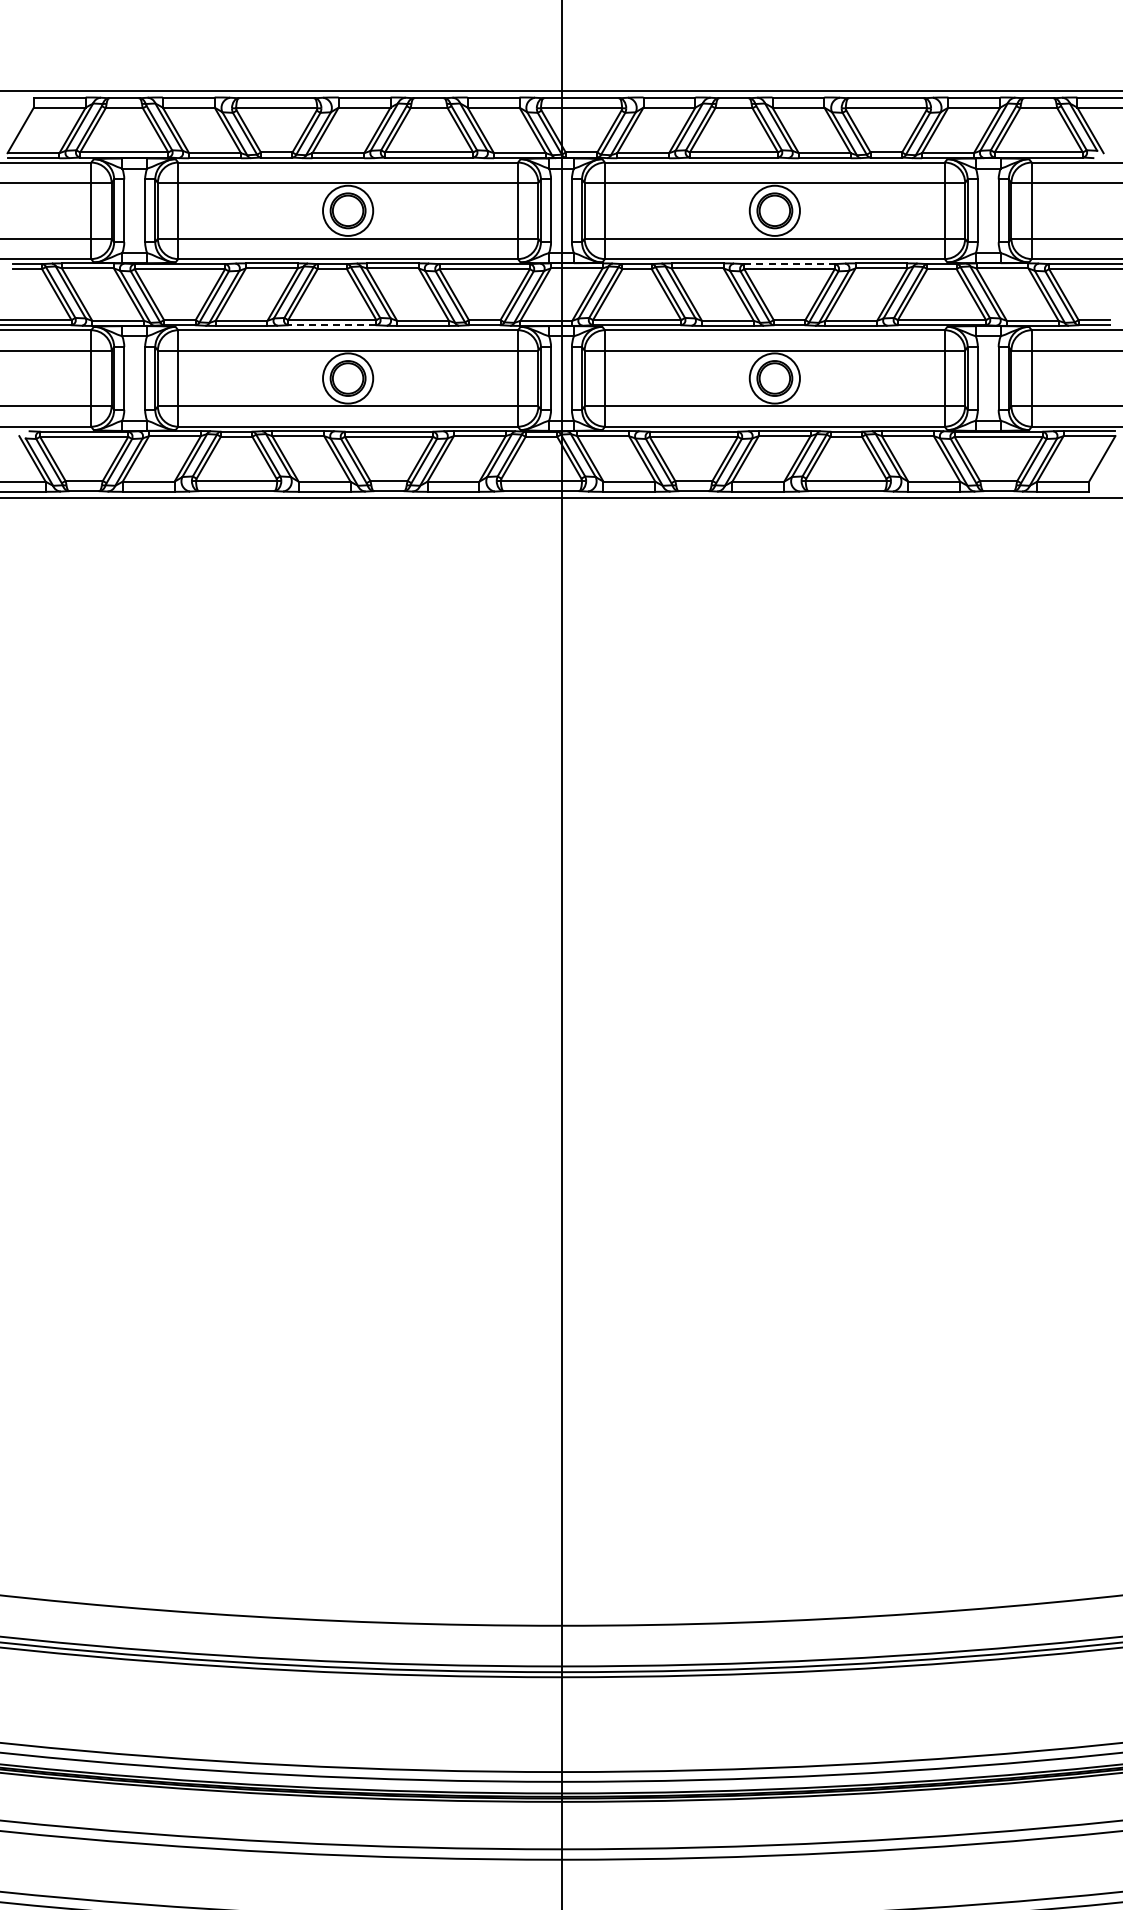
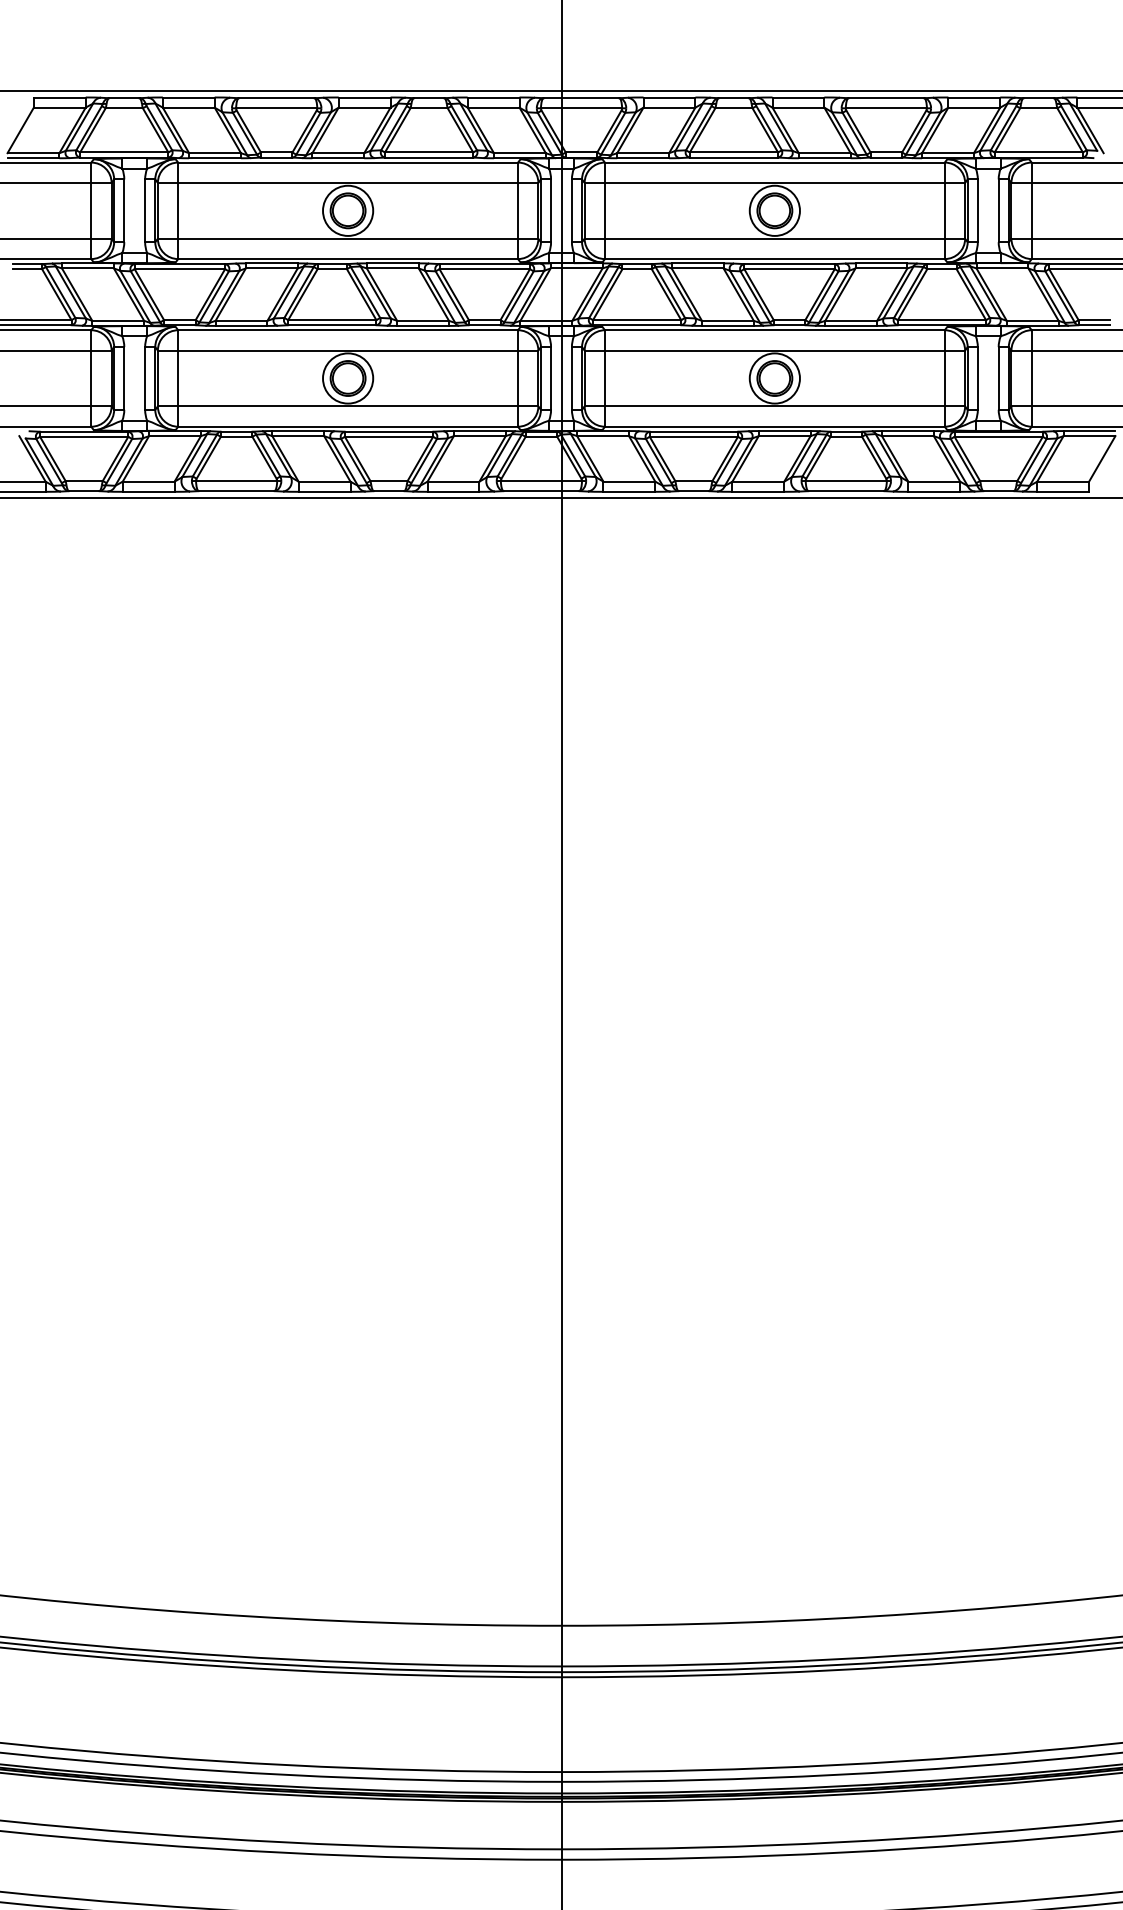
line at (790, 264): dashed -> solid
line at (331, 325): dashed -> solid
